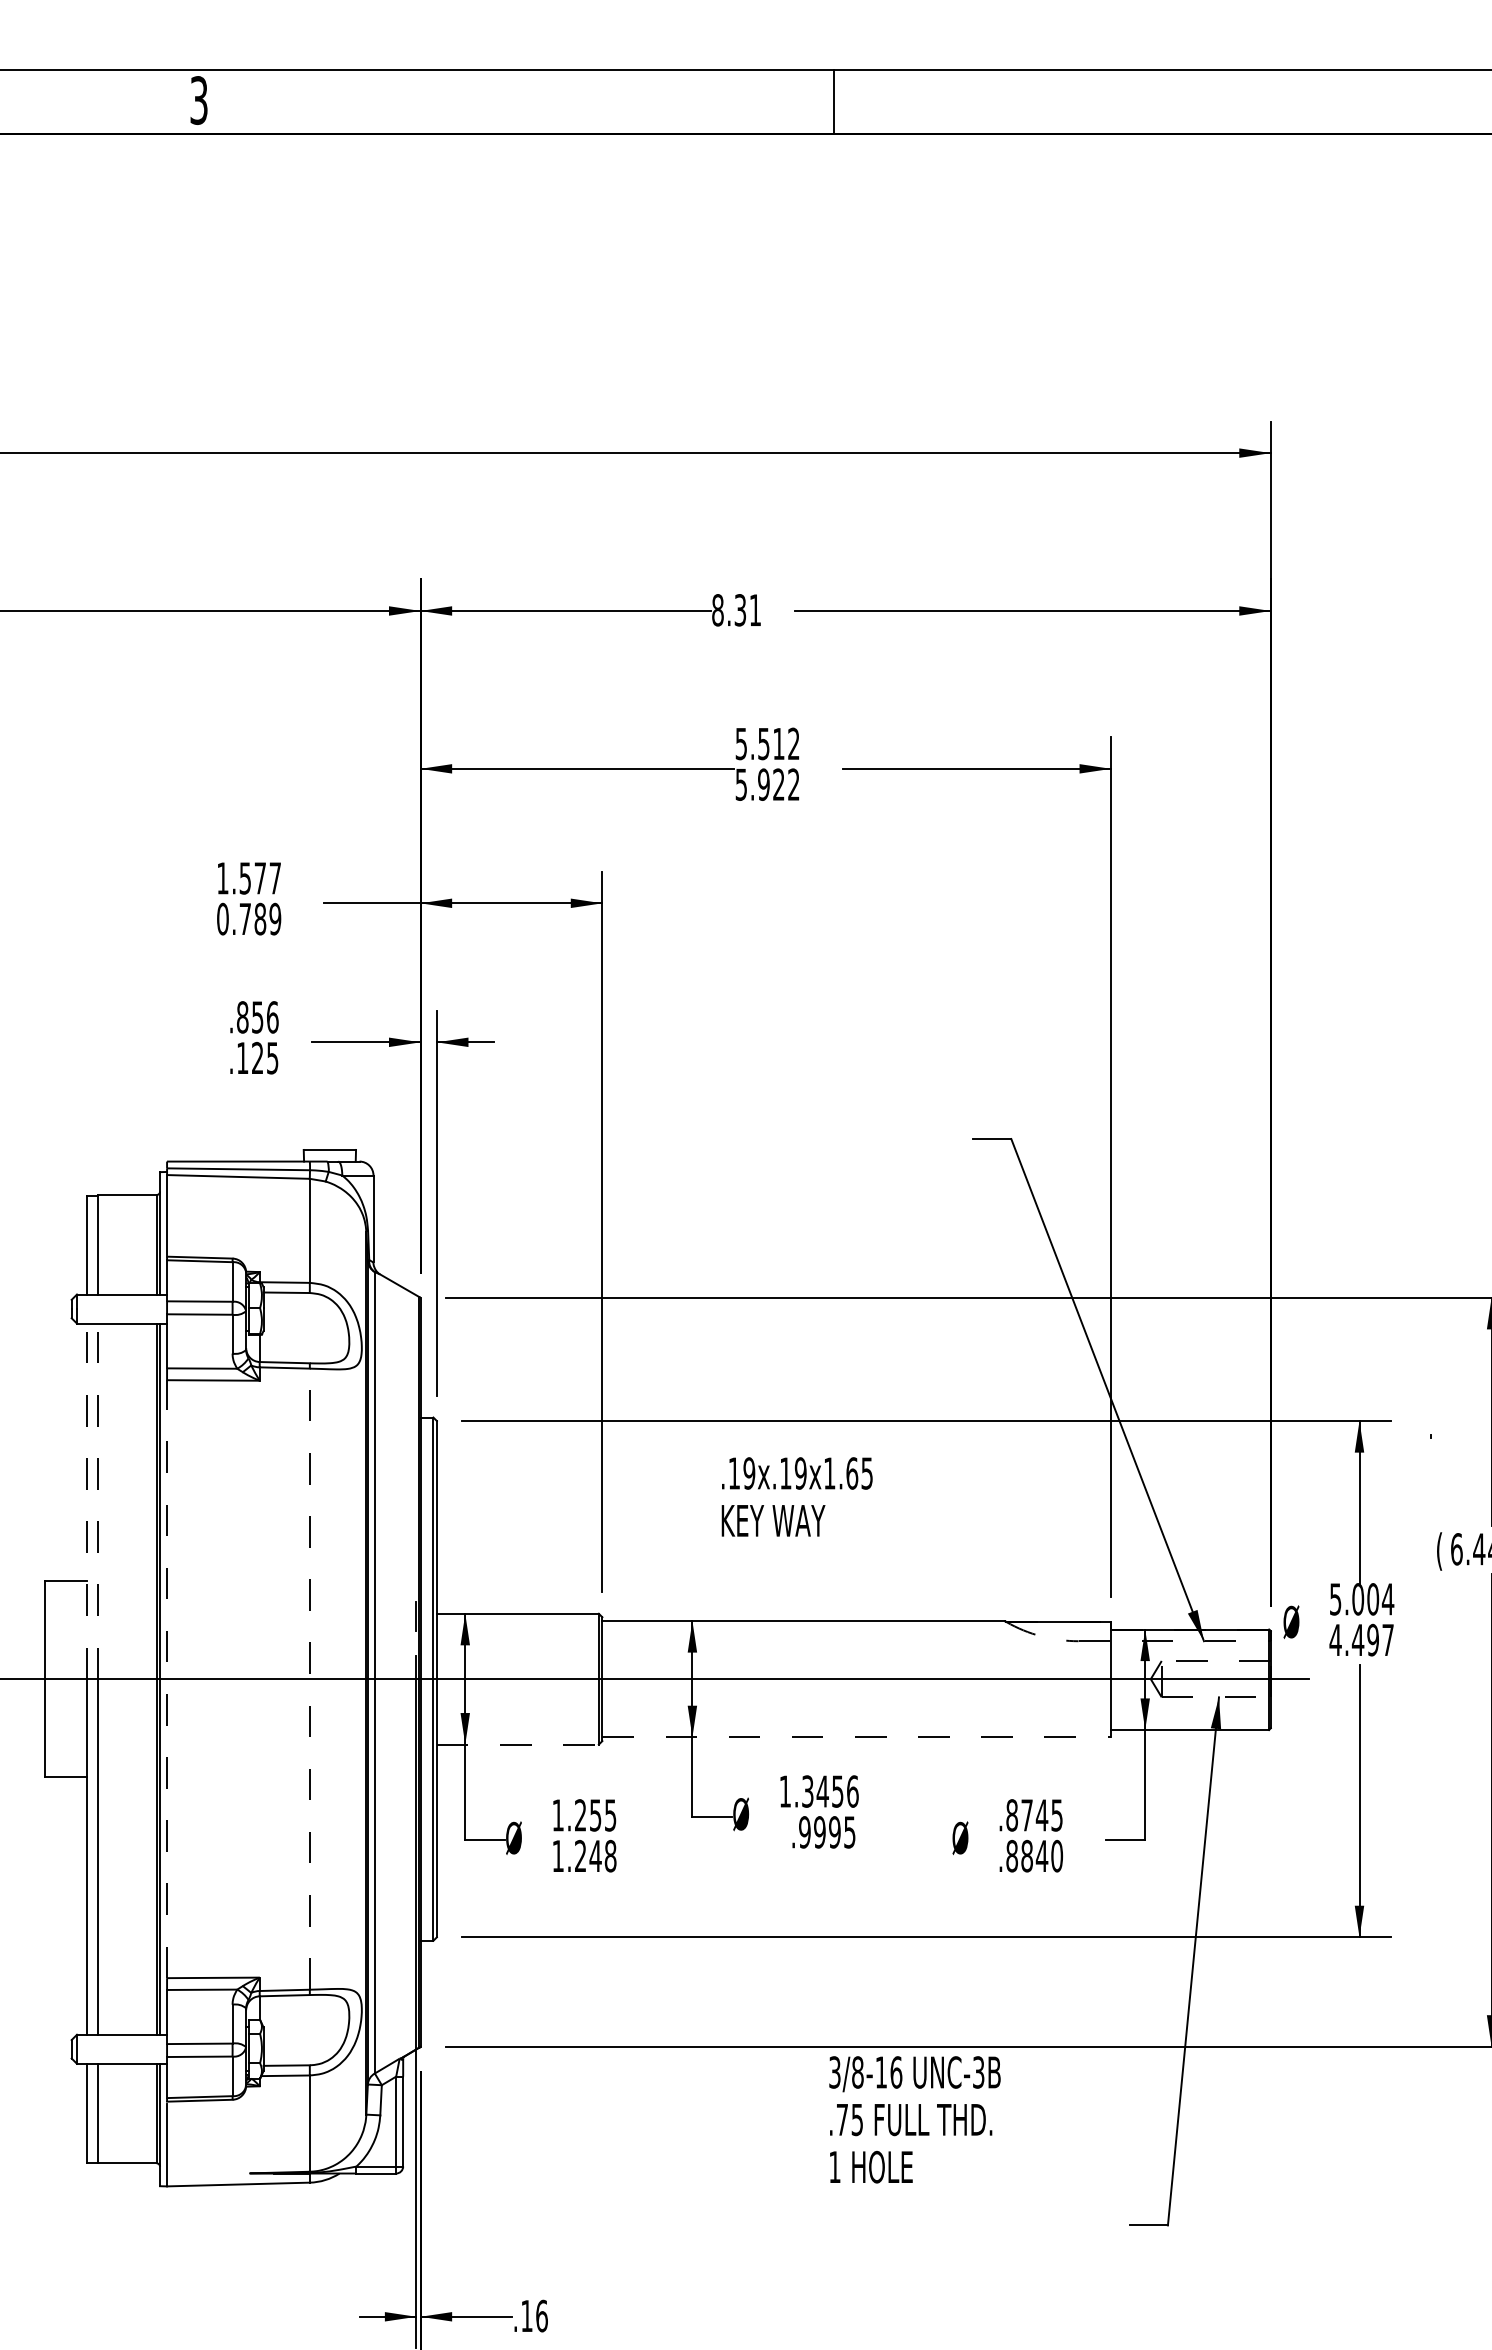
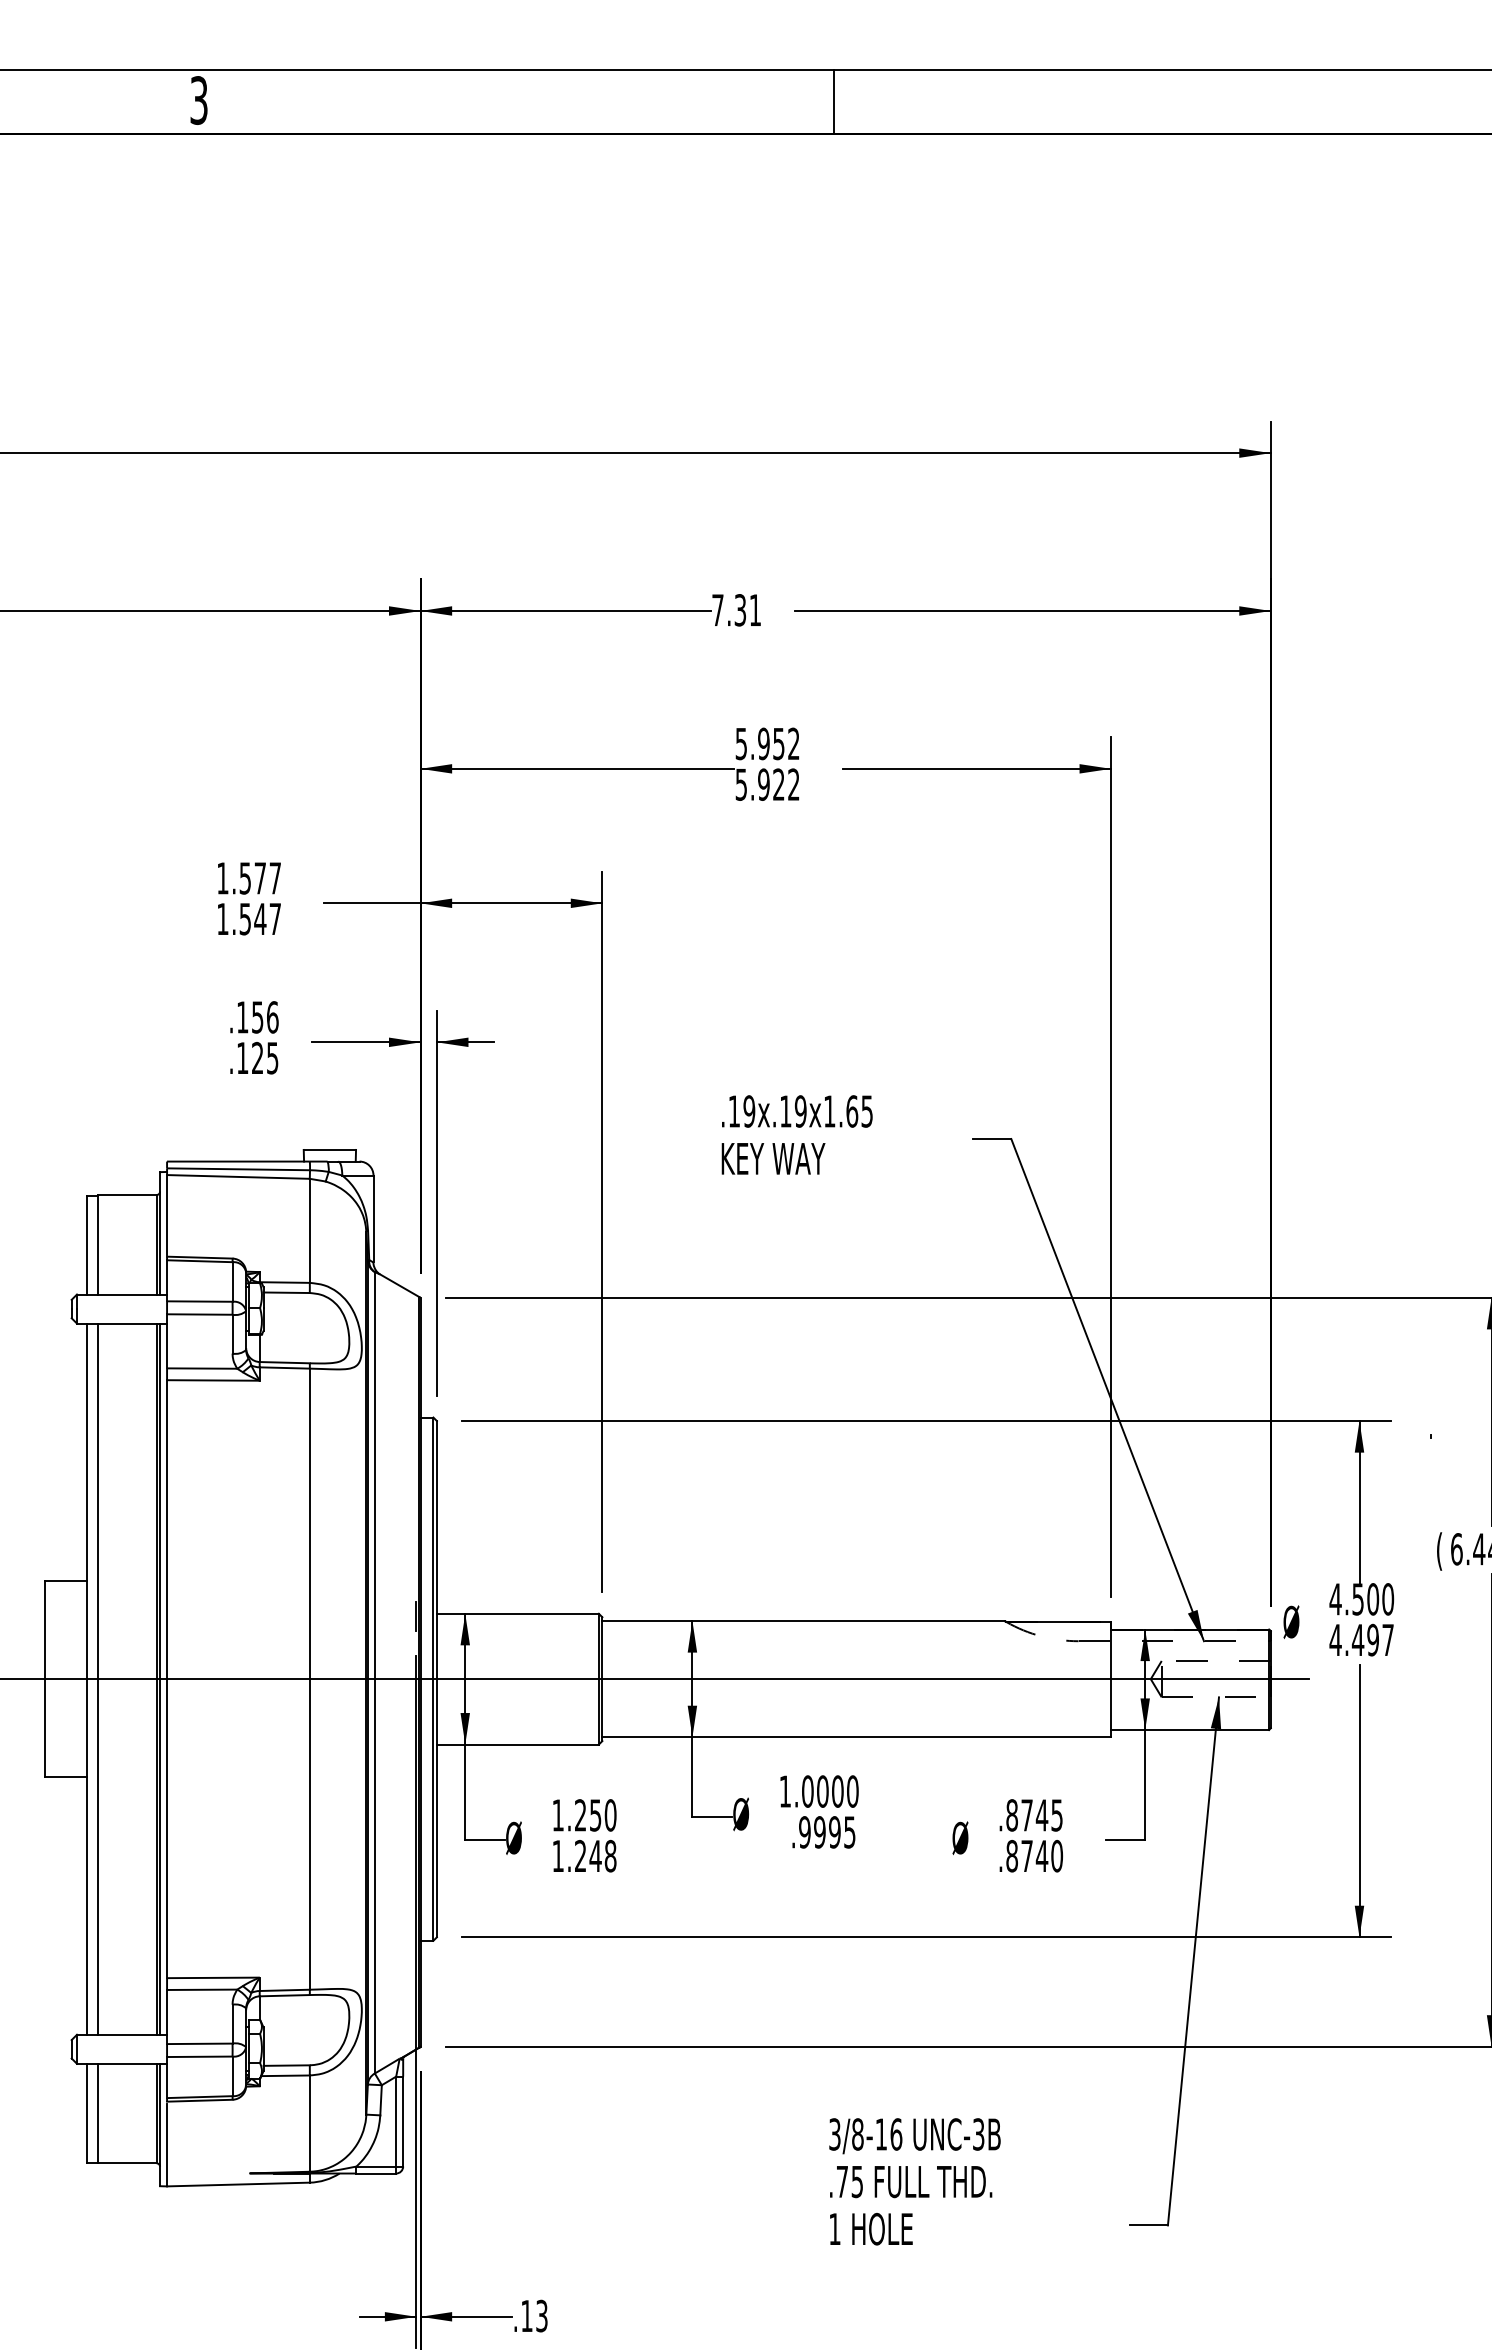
text at (717, 610): 8.31 -> 7.31
text at (771, 743): 5.512 -> 5.952
text at (249, 918): 0.789 -> 1.547
text at (242, 1017): .856 -> .156
text at (796, 1496) position: (796, 1496) -> (796, 1134)
line at (86, 1501): dashed -> solid
line at (98, 1501): dashed -> solid
text at (1361, 1599): 5.004 -> 4.500
line at (167, 1679): dashed -> solid
line at (309, 1679): dashed -> solid
line at (857, 1737): dashed -> solid
line at (517, 1744): dashed -> solid
text at (830, 1791): 1.3456 -> 1.0000
text at (610, 1815): 1.255 -> 1.250
text at (1026, 1855): .8840 -> .8740
text at (914, 2119) position: (914, 2119) -> (914, 2181)
text at (541, 2315): .16 -> .13
